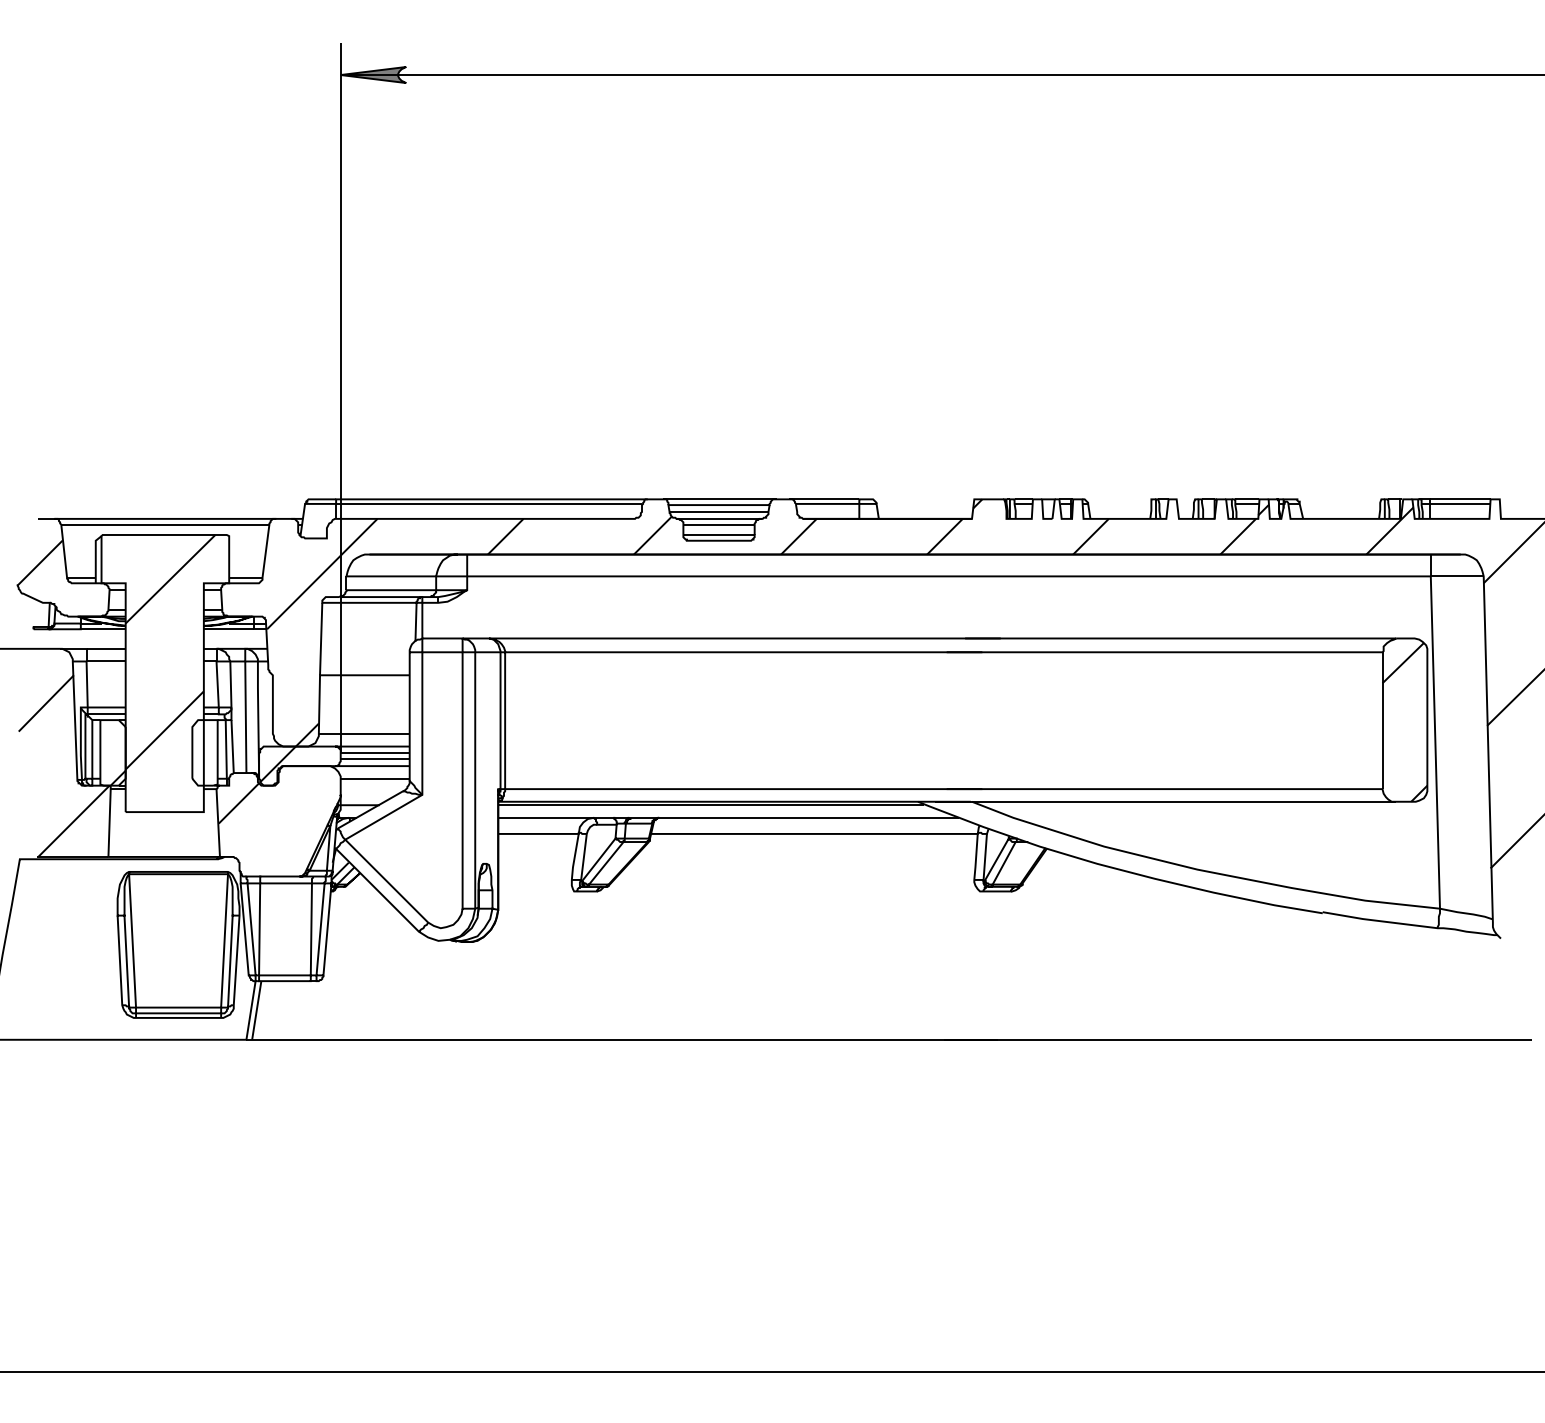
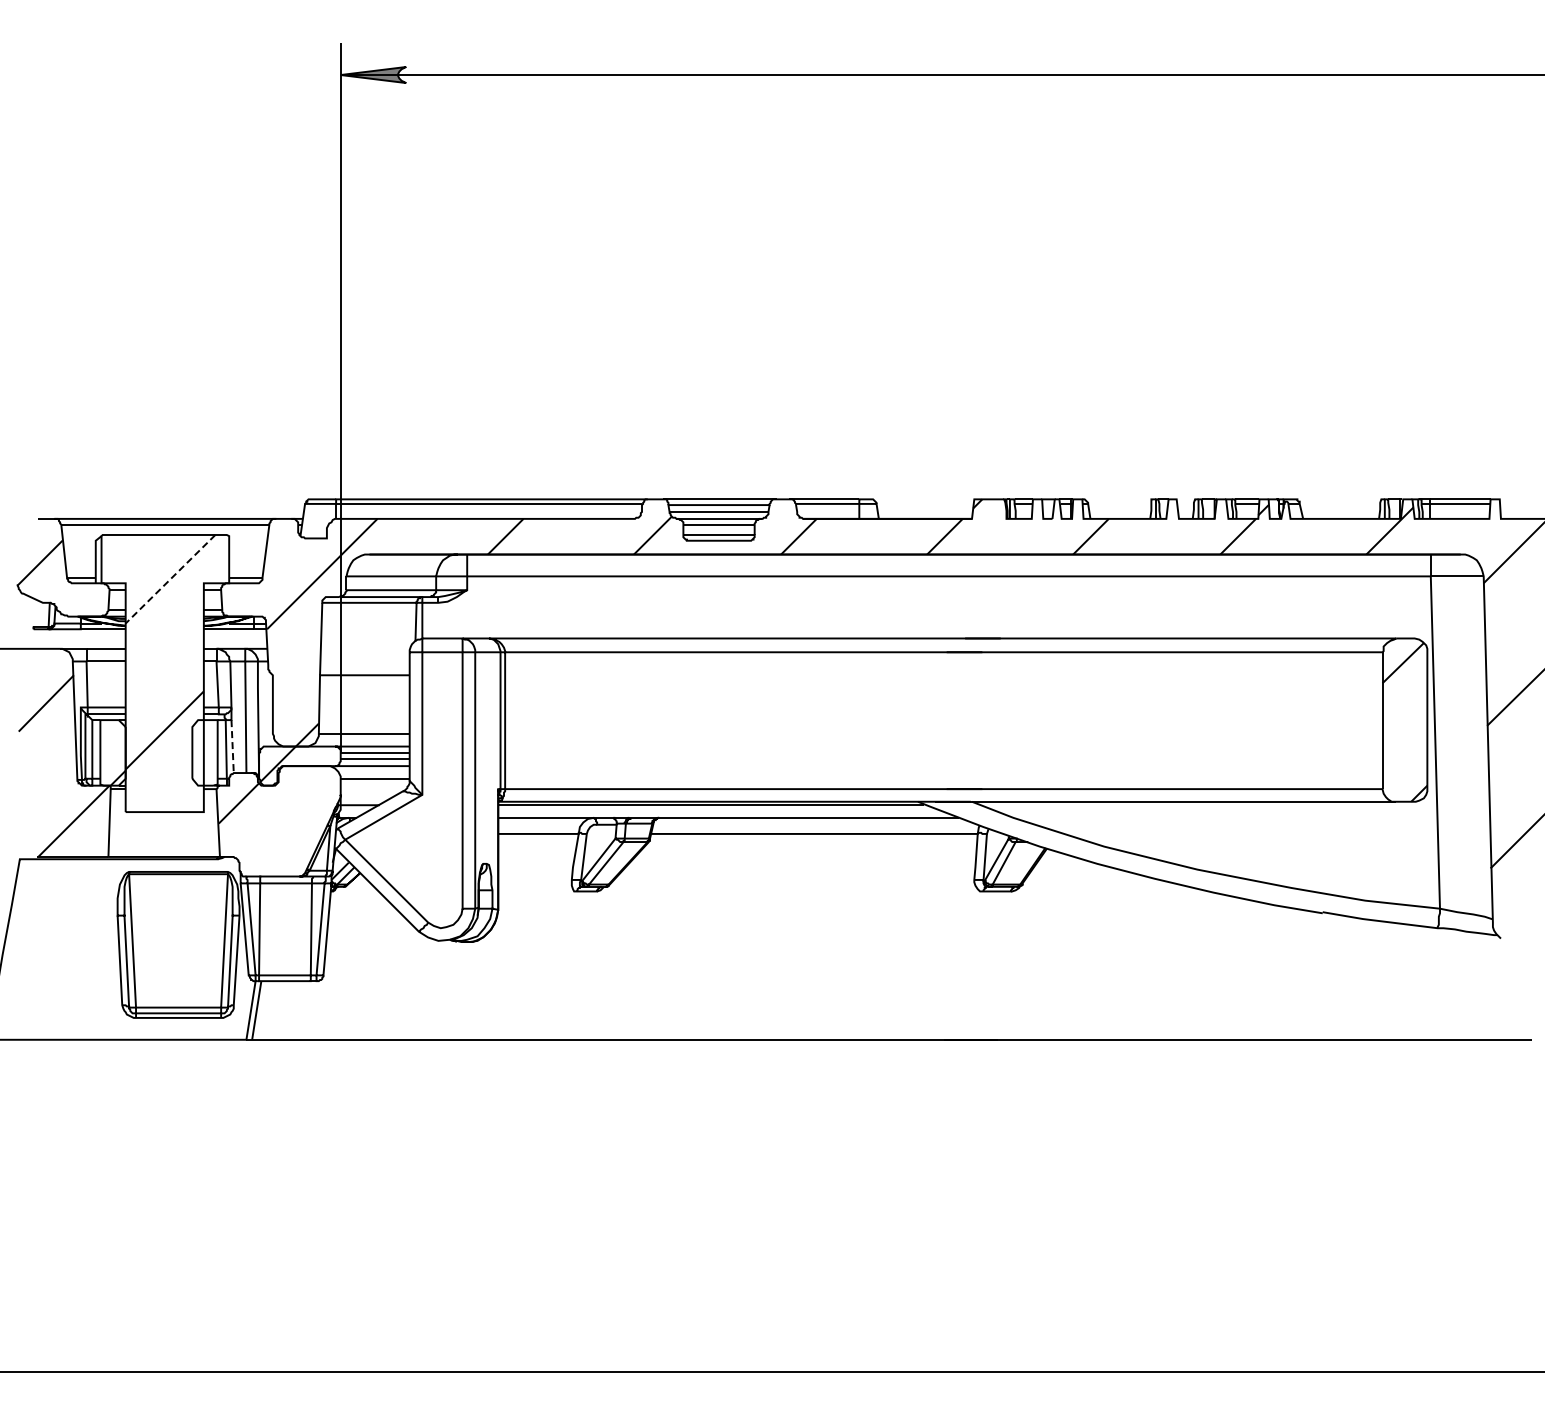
line at (170, 579): solid -> dashed
line at (232, 747): solid -> dashed
